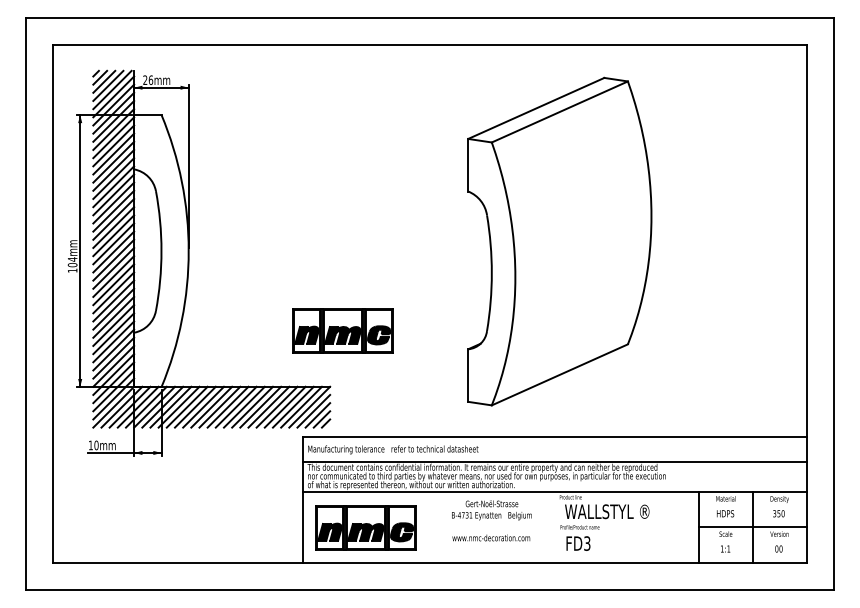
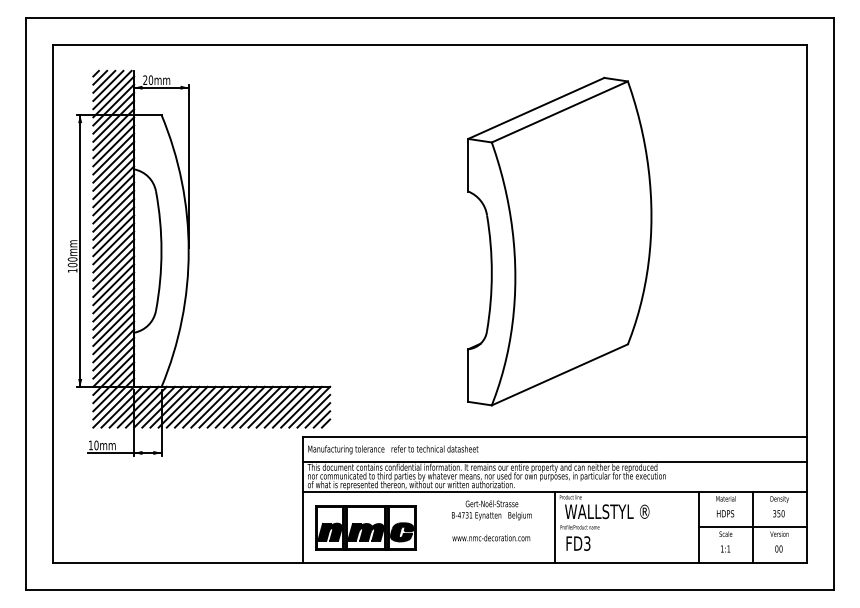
text at (151, 79): 26mm -> 20mm
text at (72, 259): 104mm -> 100mm
part at (342, 330): present -> none
line at (555, 526): none -> present
